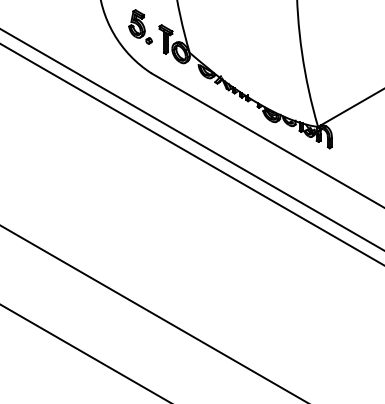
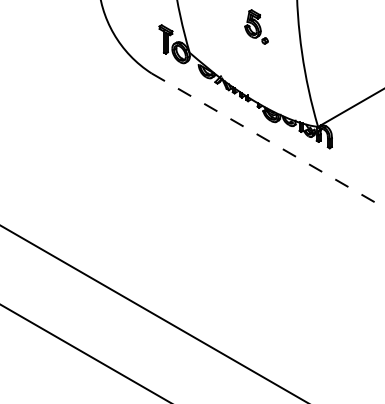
part at (140, 26) position: (140, 26) -> (256, 26)
line at (191, 139): present -> none
line at (268, 141): solid -> dashed
line at (191, 154): present -> none
